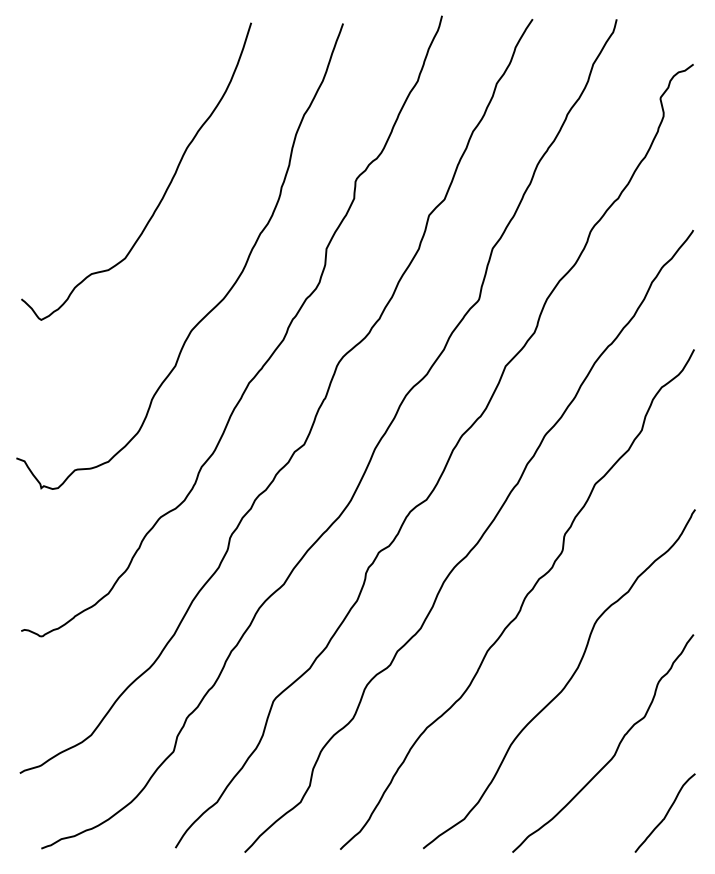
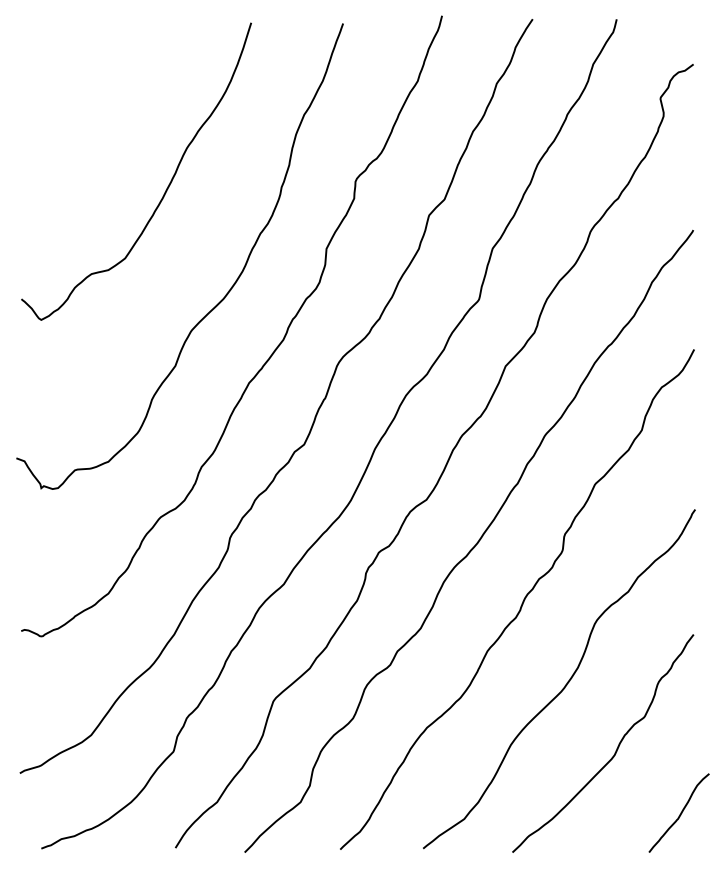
curve at (666, 812) position: (666, 812) -> (680, 812)
